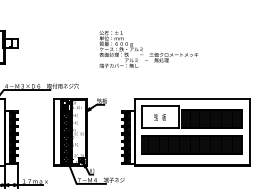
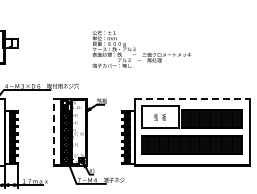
text at (148, 49) position: (148, 49) -> (141, 49)
line at (192, 98): solid -> dashed
line at (54, 132): solid -> dashed
